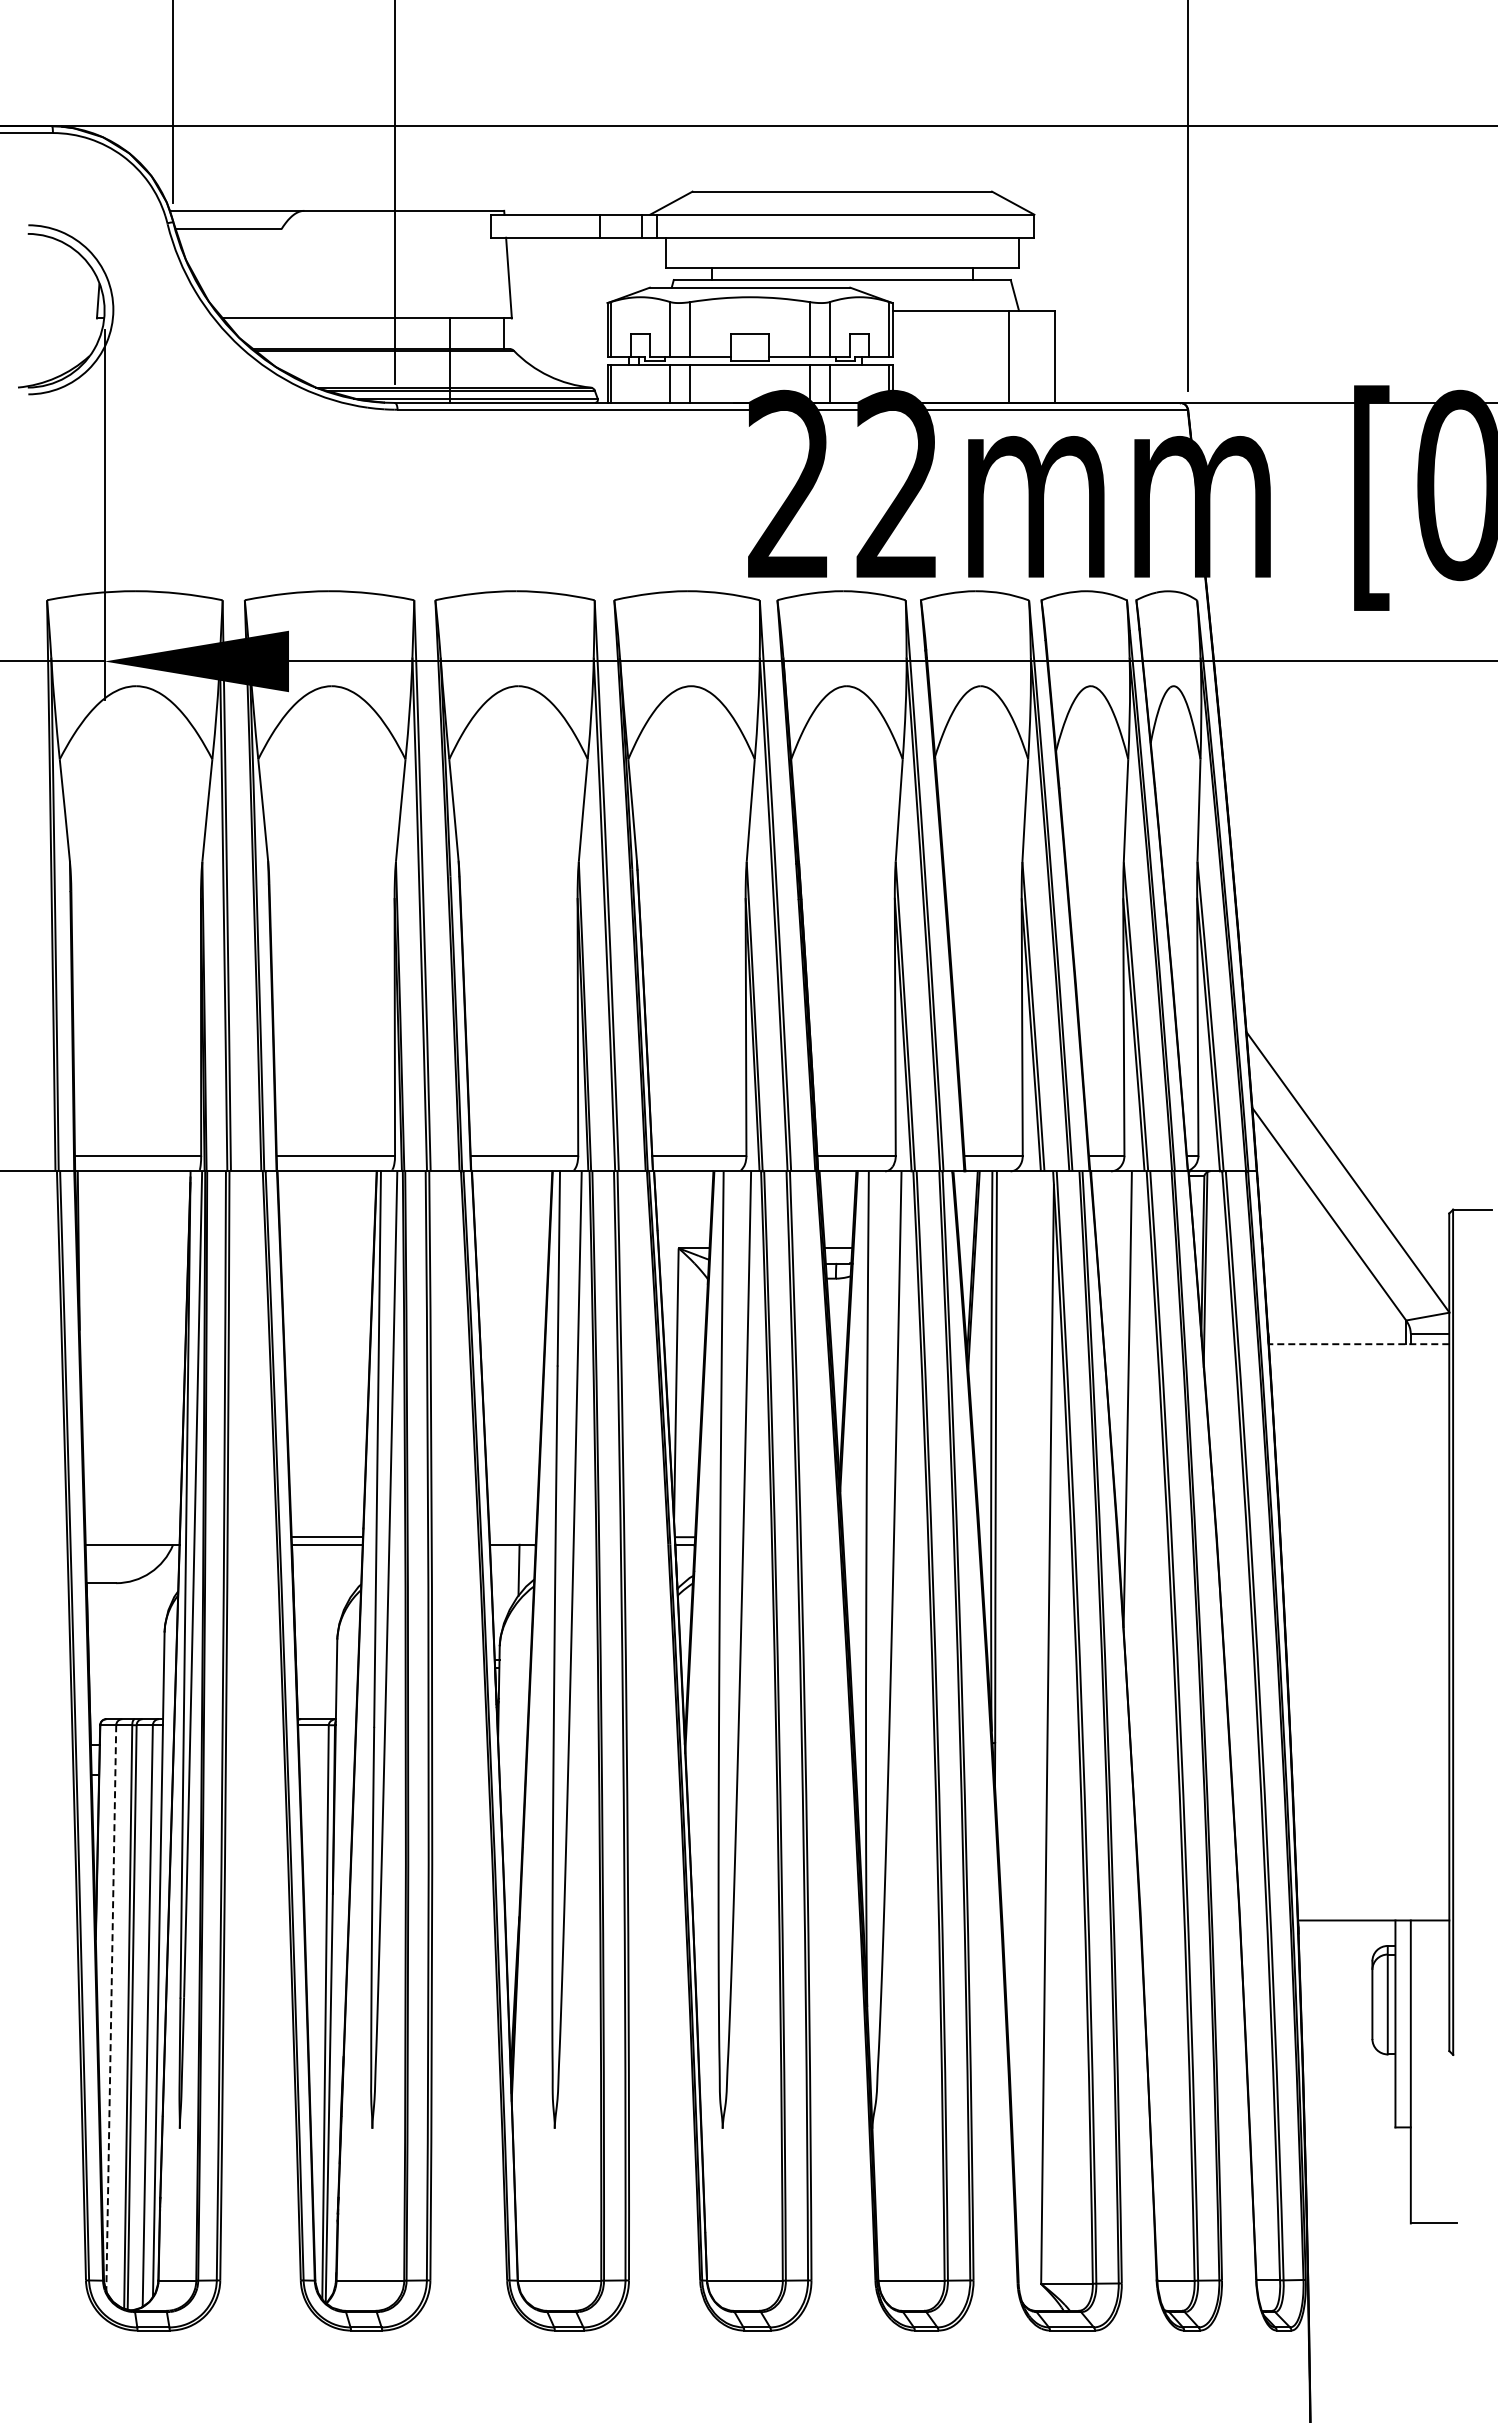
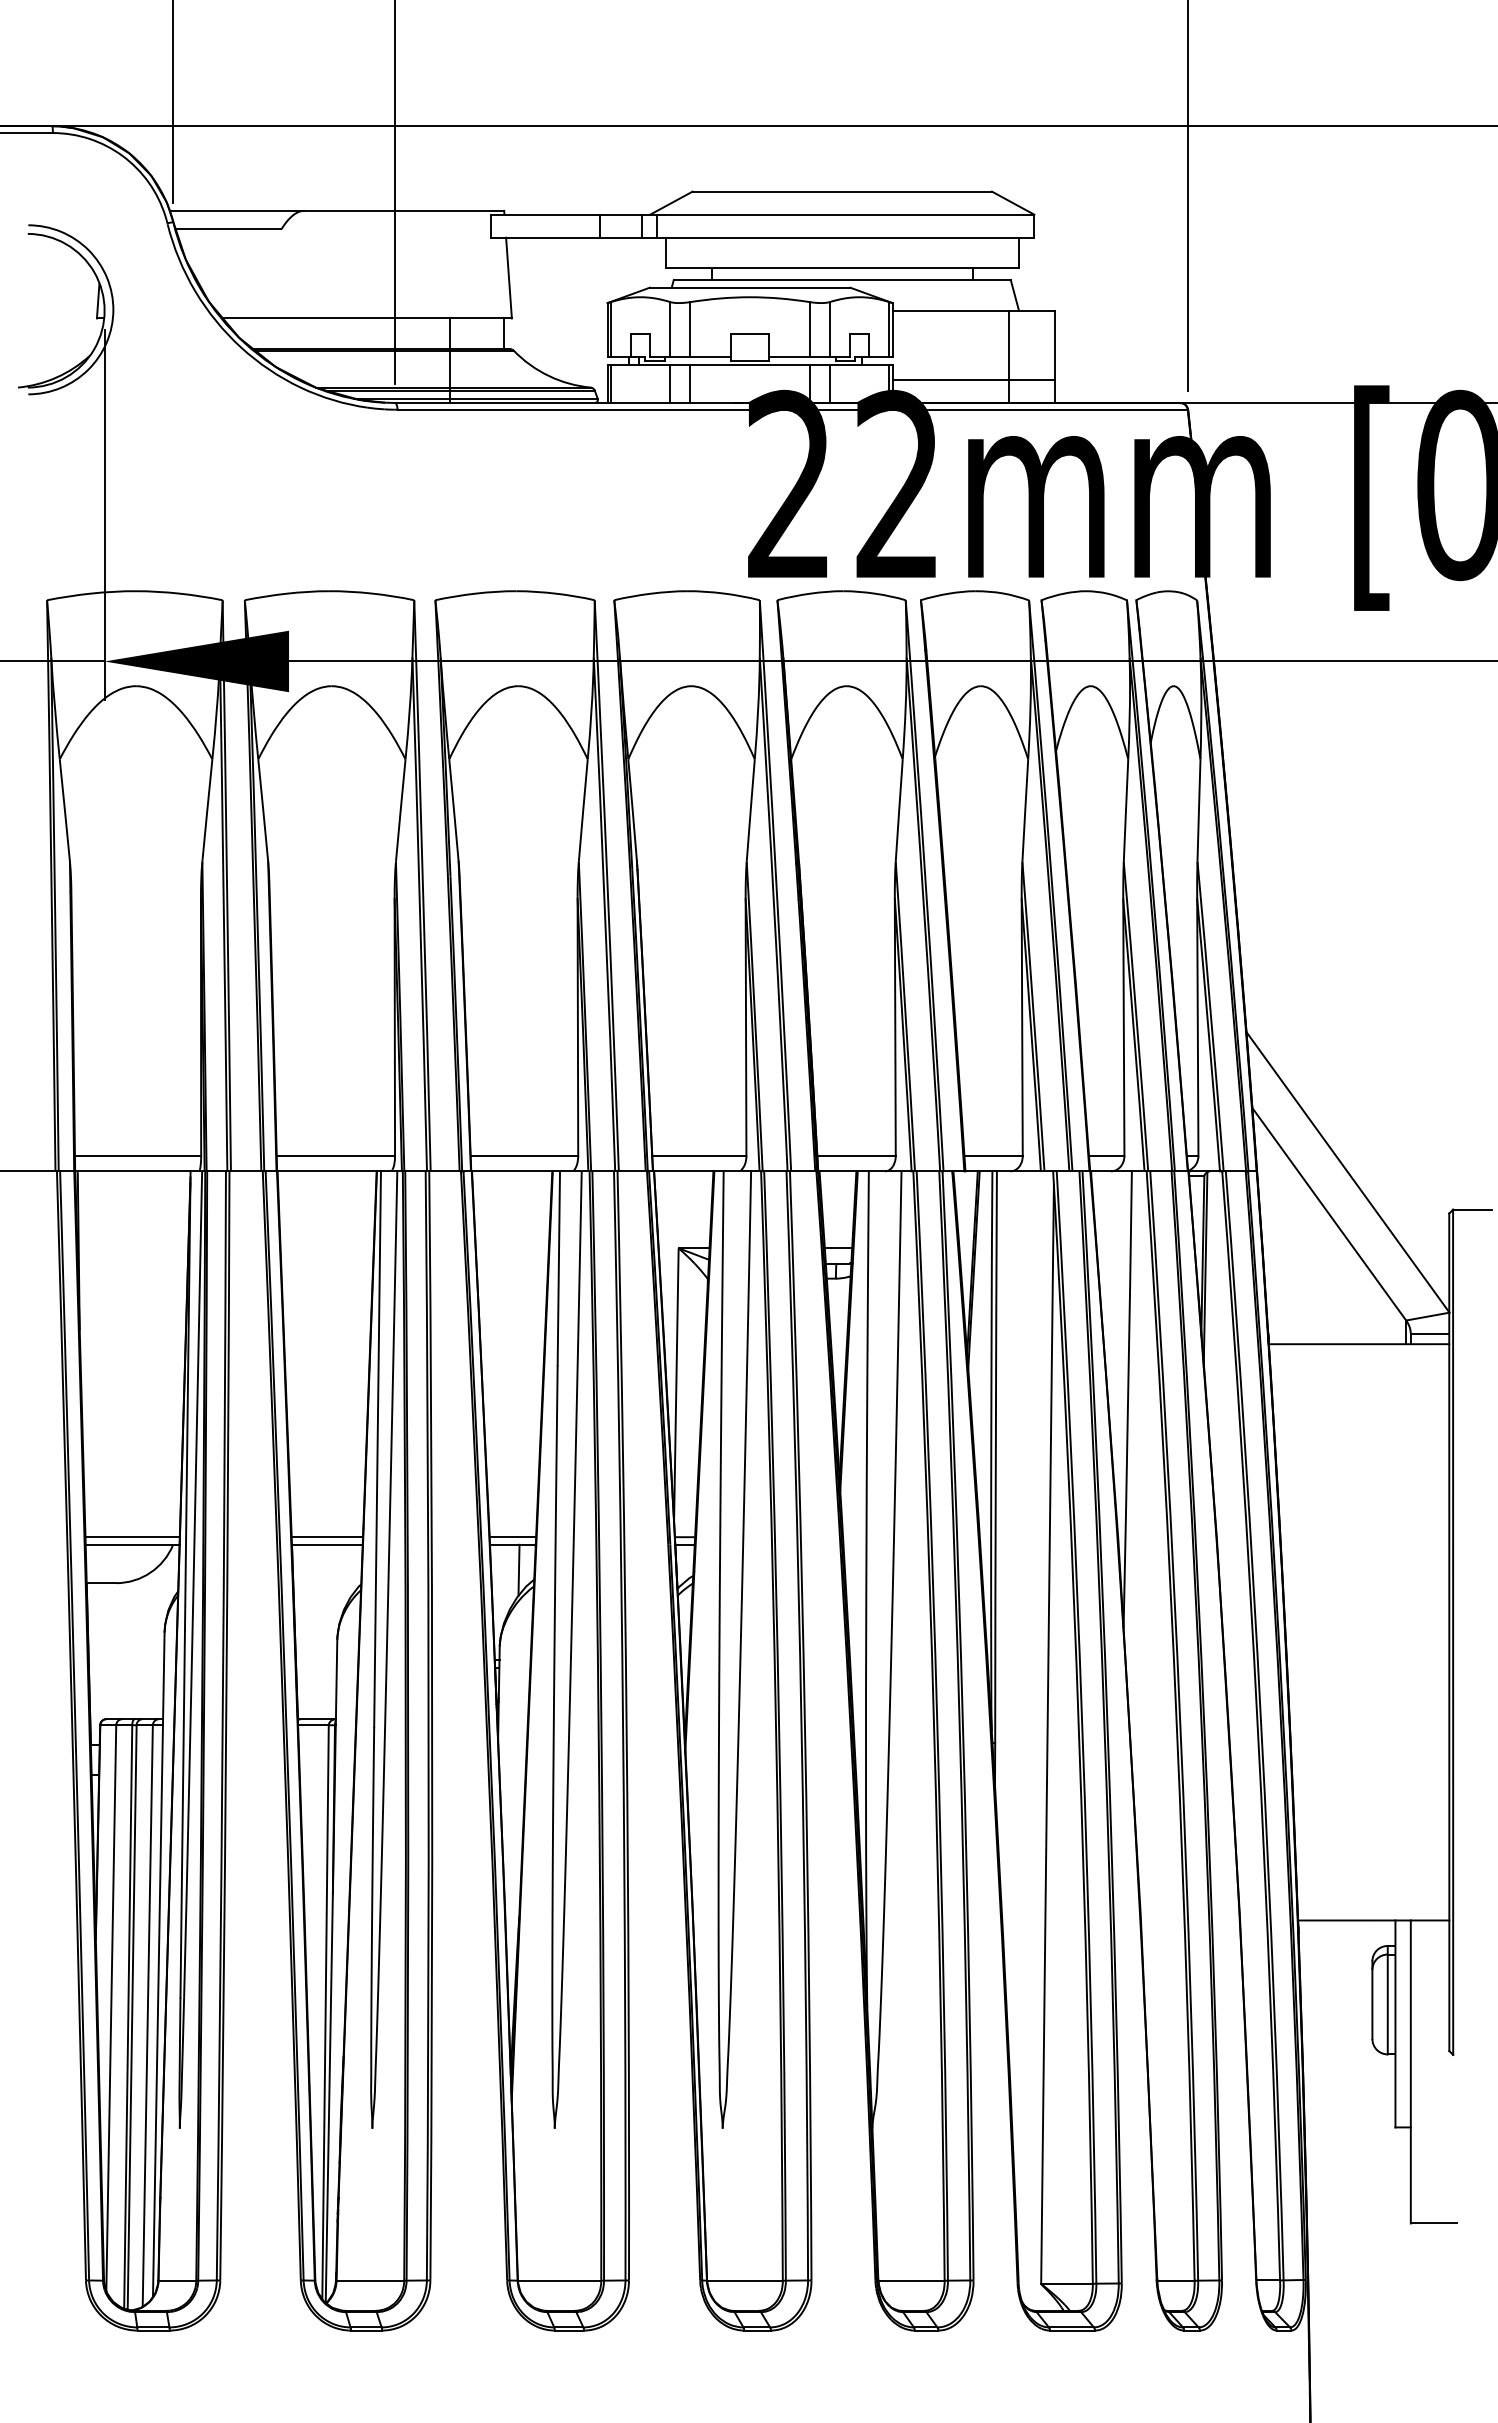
line at (973, 379): none -> present
line at (1358, 1344): dashed -> solid
line at (132, 1537): none -> present
line at (512, 1537): none -> present
line at (111, 2008): dashed -> solid
